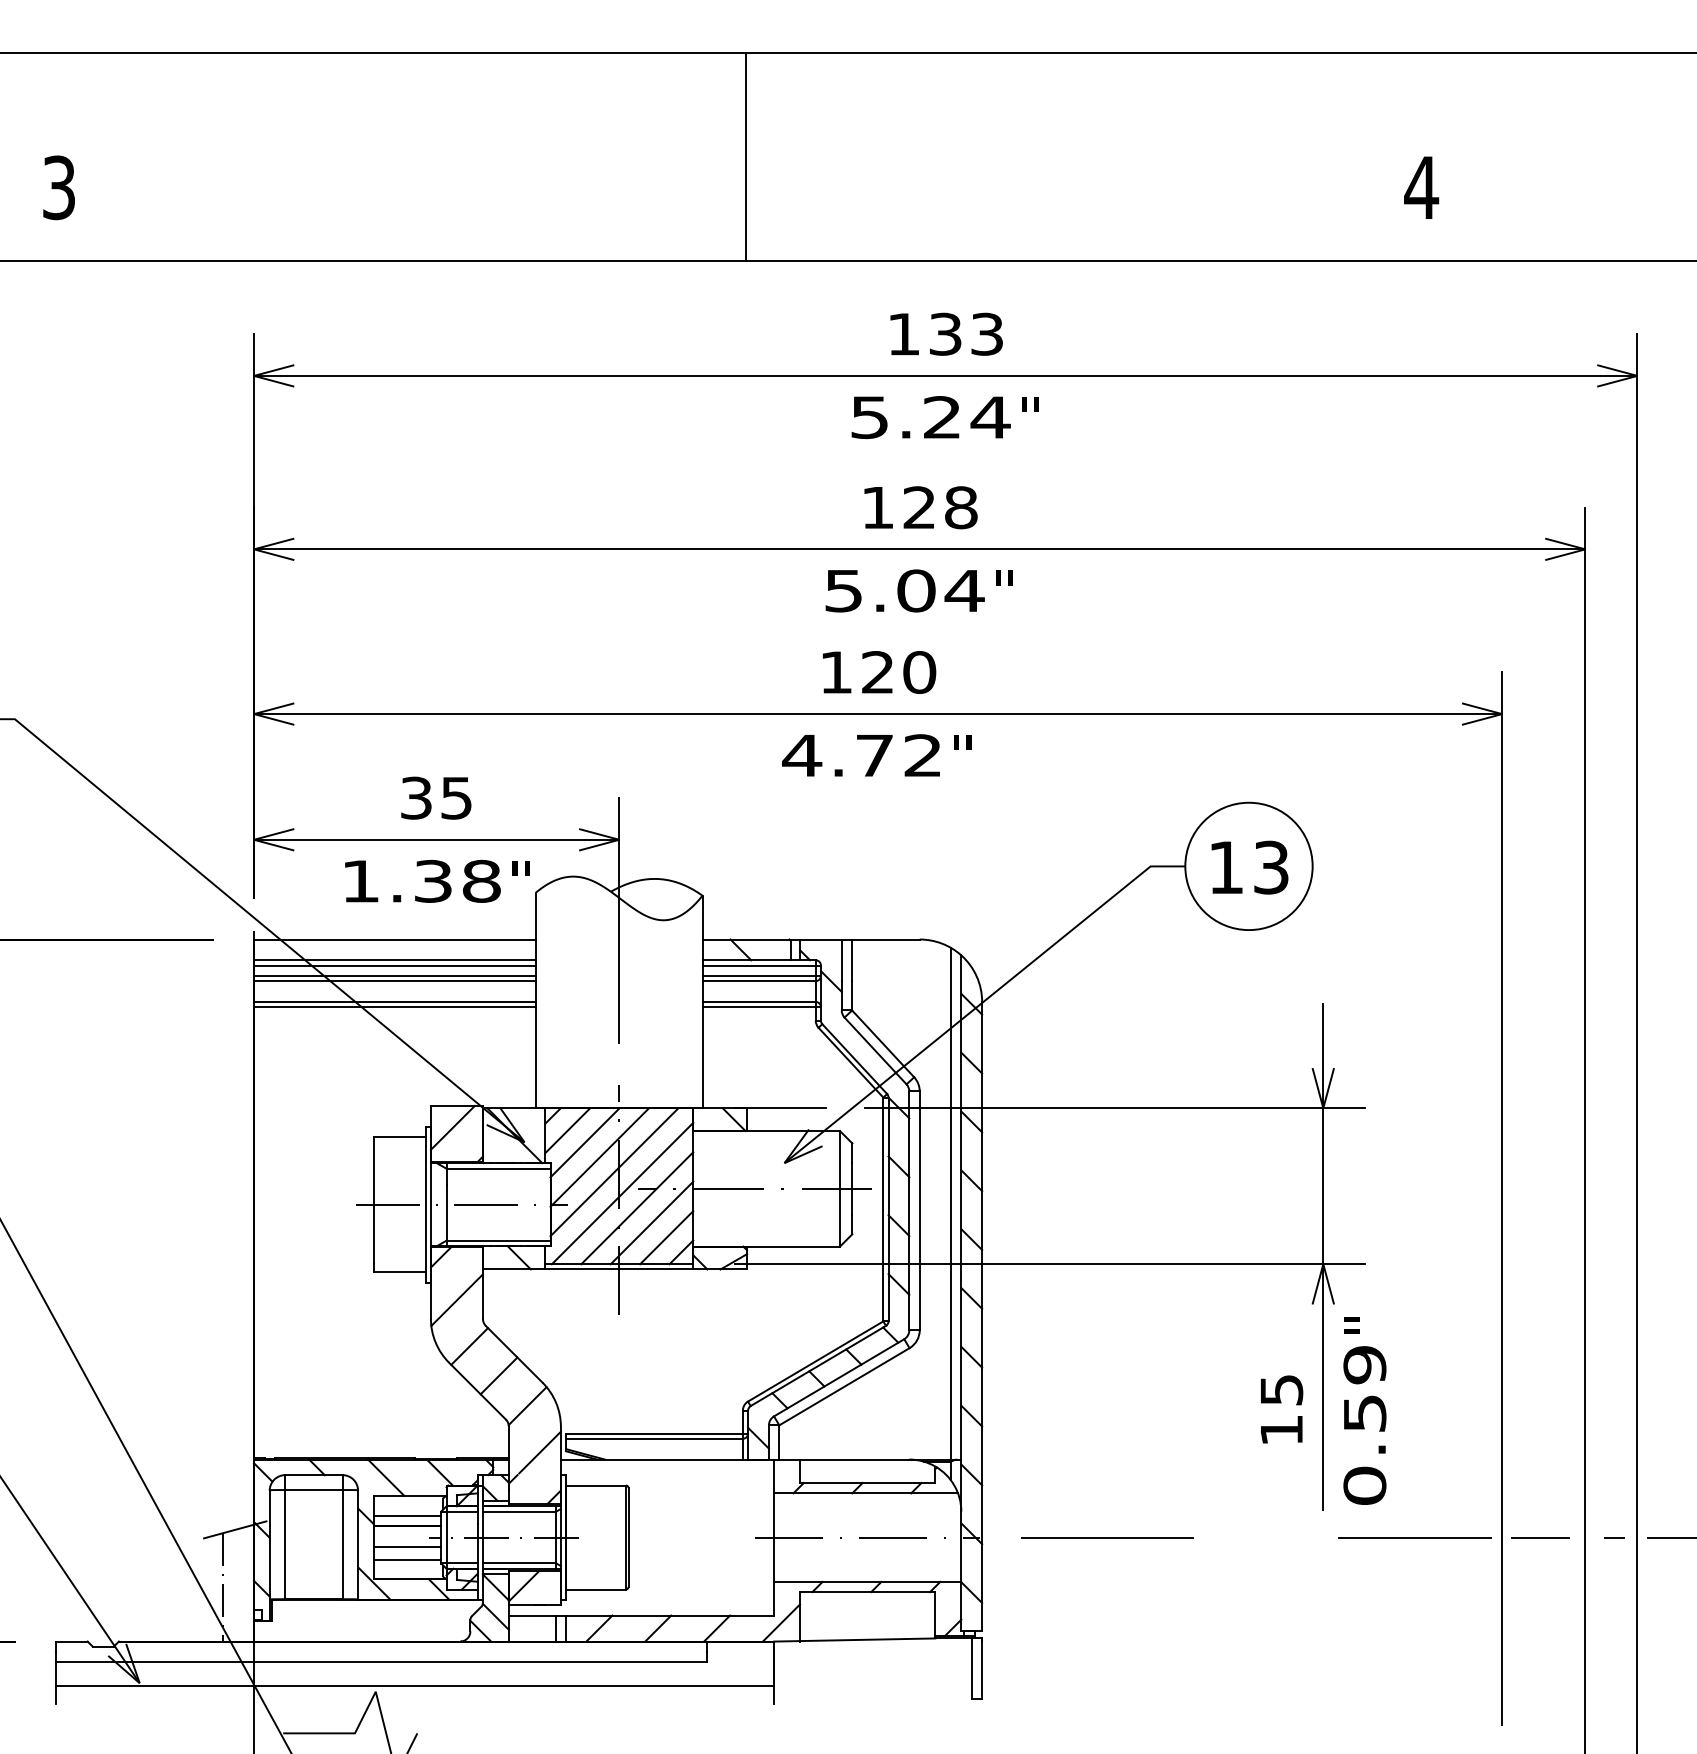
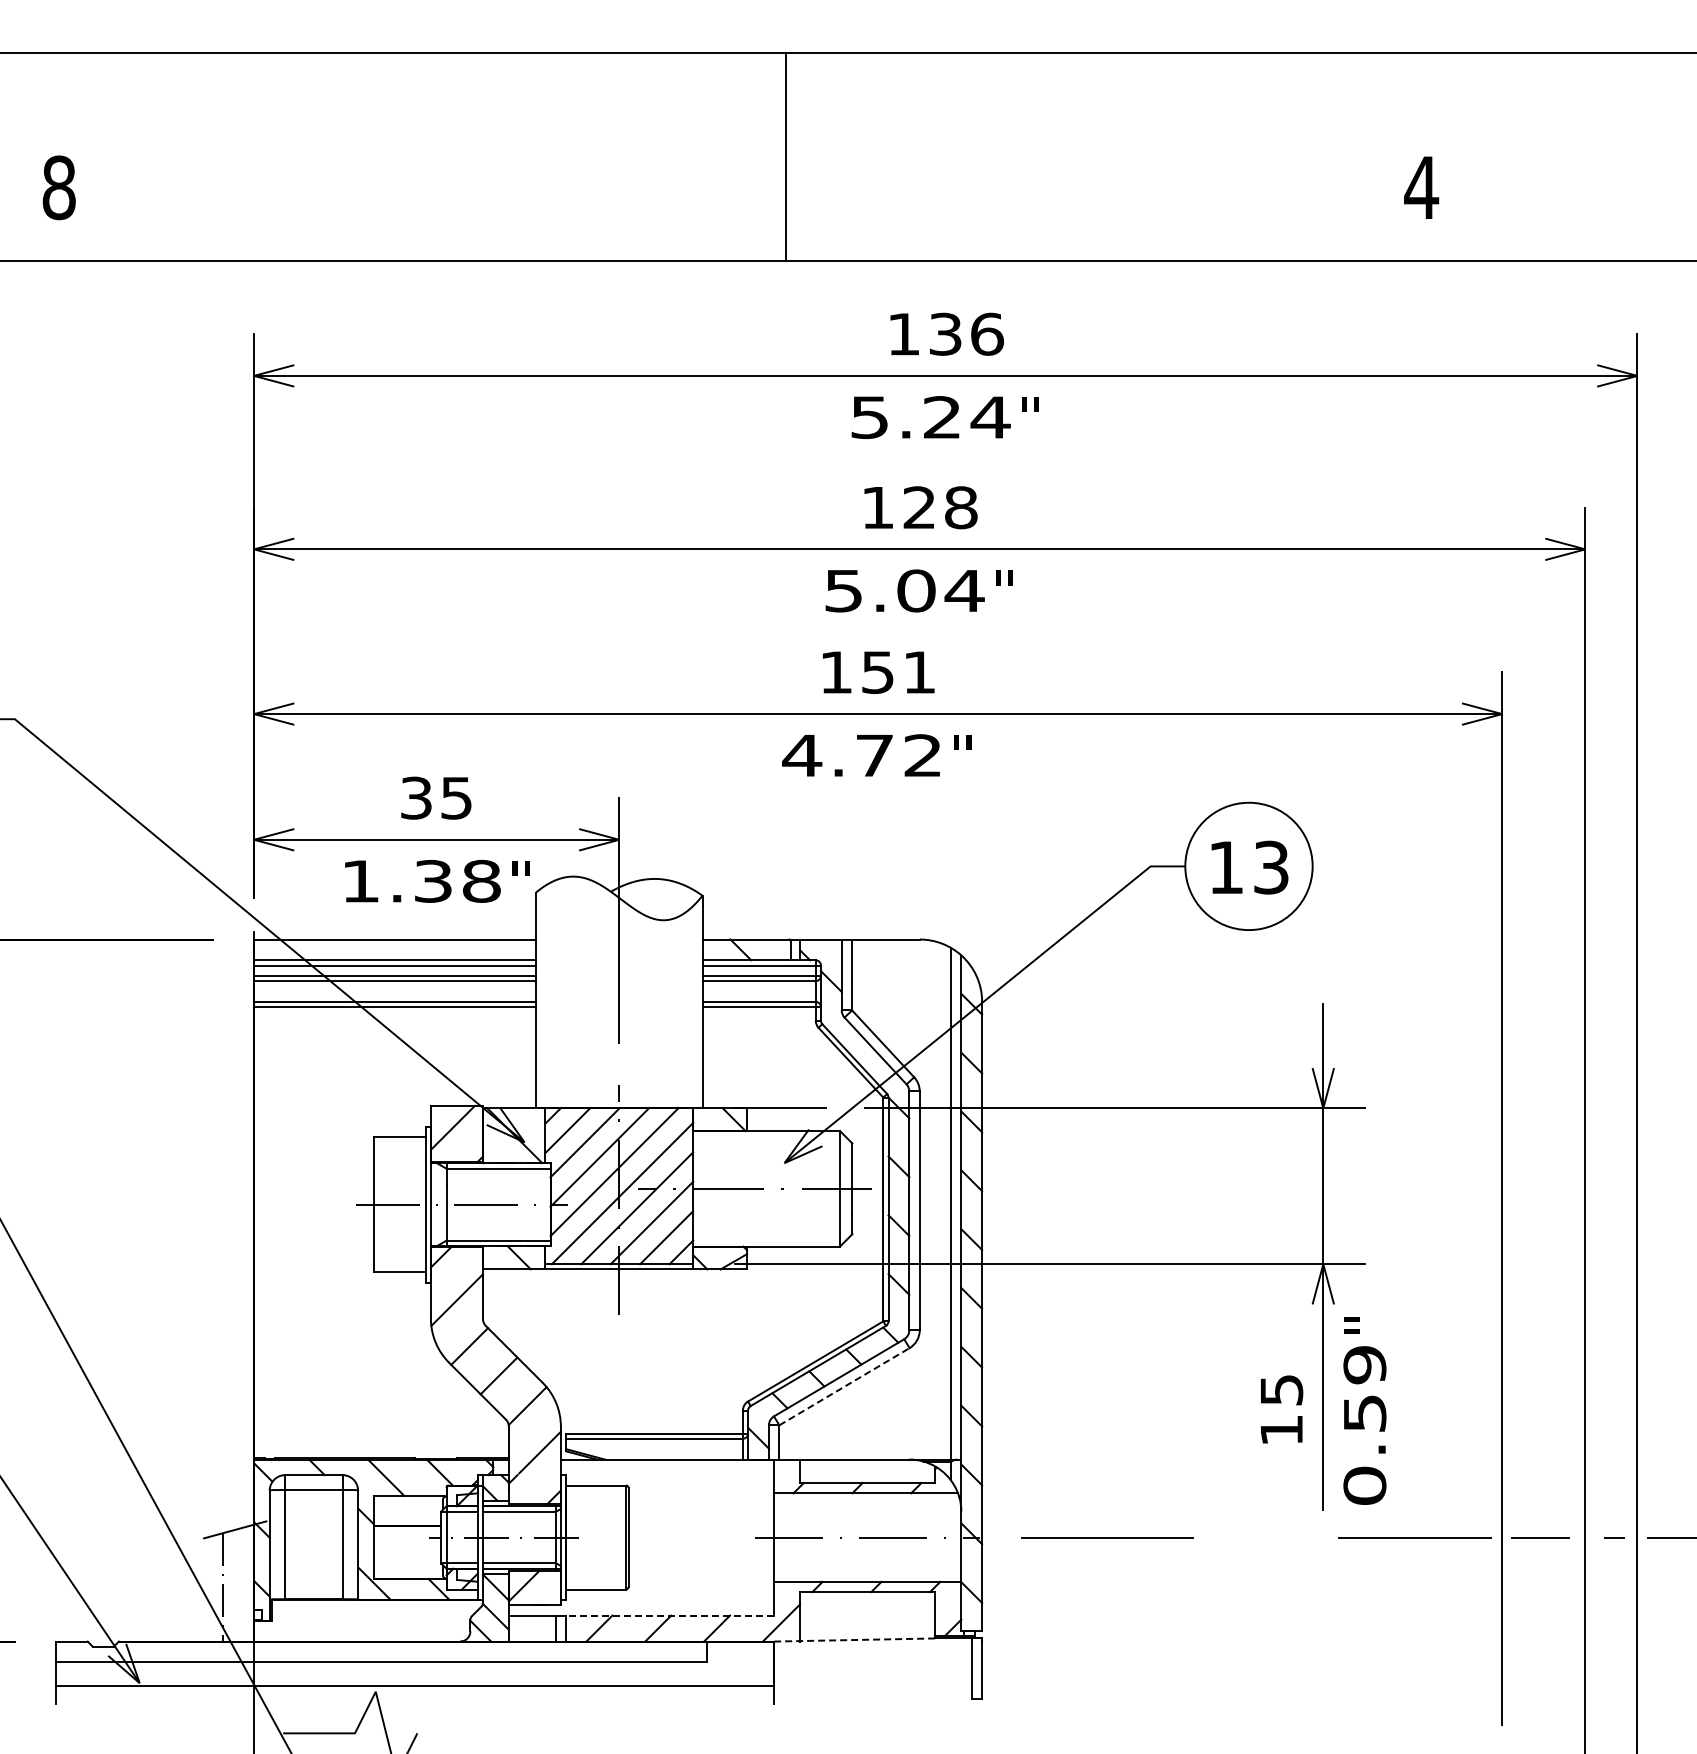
line at (746, 156) position: (746, 156) -> (786, 156)
text at (58, 187): 3 -> 8
text at (987, 333): 133 -> 136
text at (899, 672): 120 -> 151
line at (844, 1386): solid -> dashed
line at (407, 1516): present -> none
line at (407, 1547): present -> none
line at (407, 1560): present -> none
line at (669, 1615): solid -> dashed
line at (854, 1640): solid -> dashed
